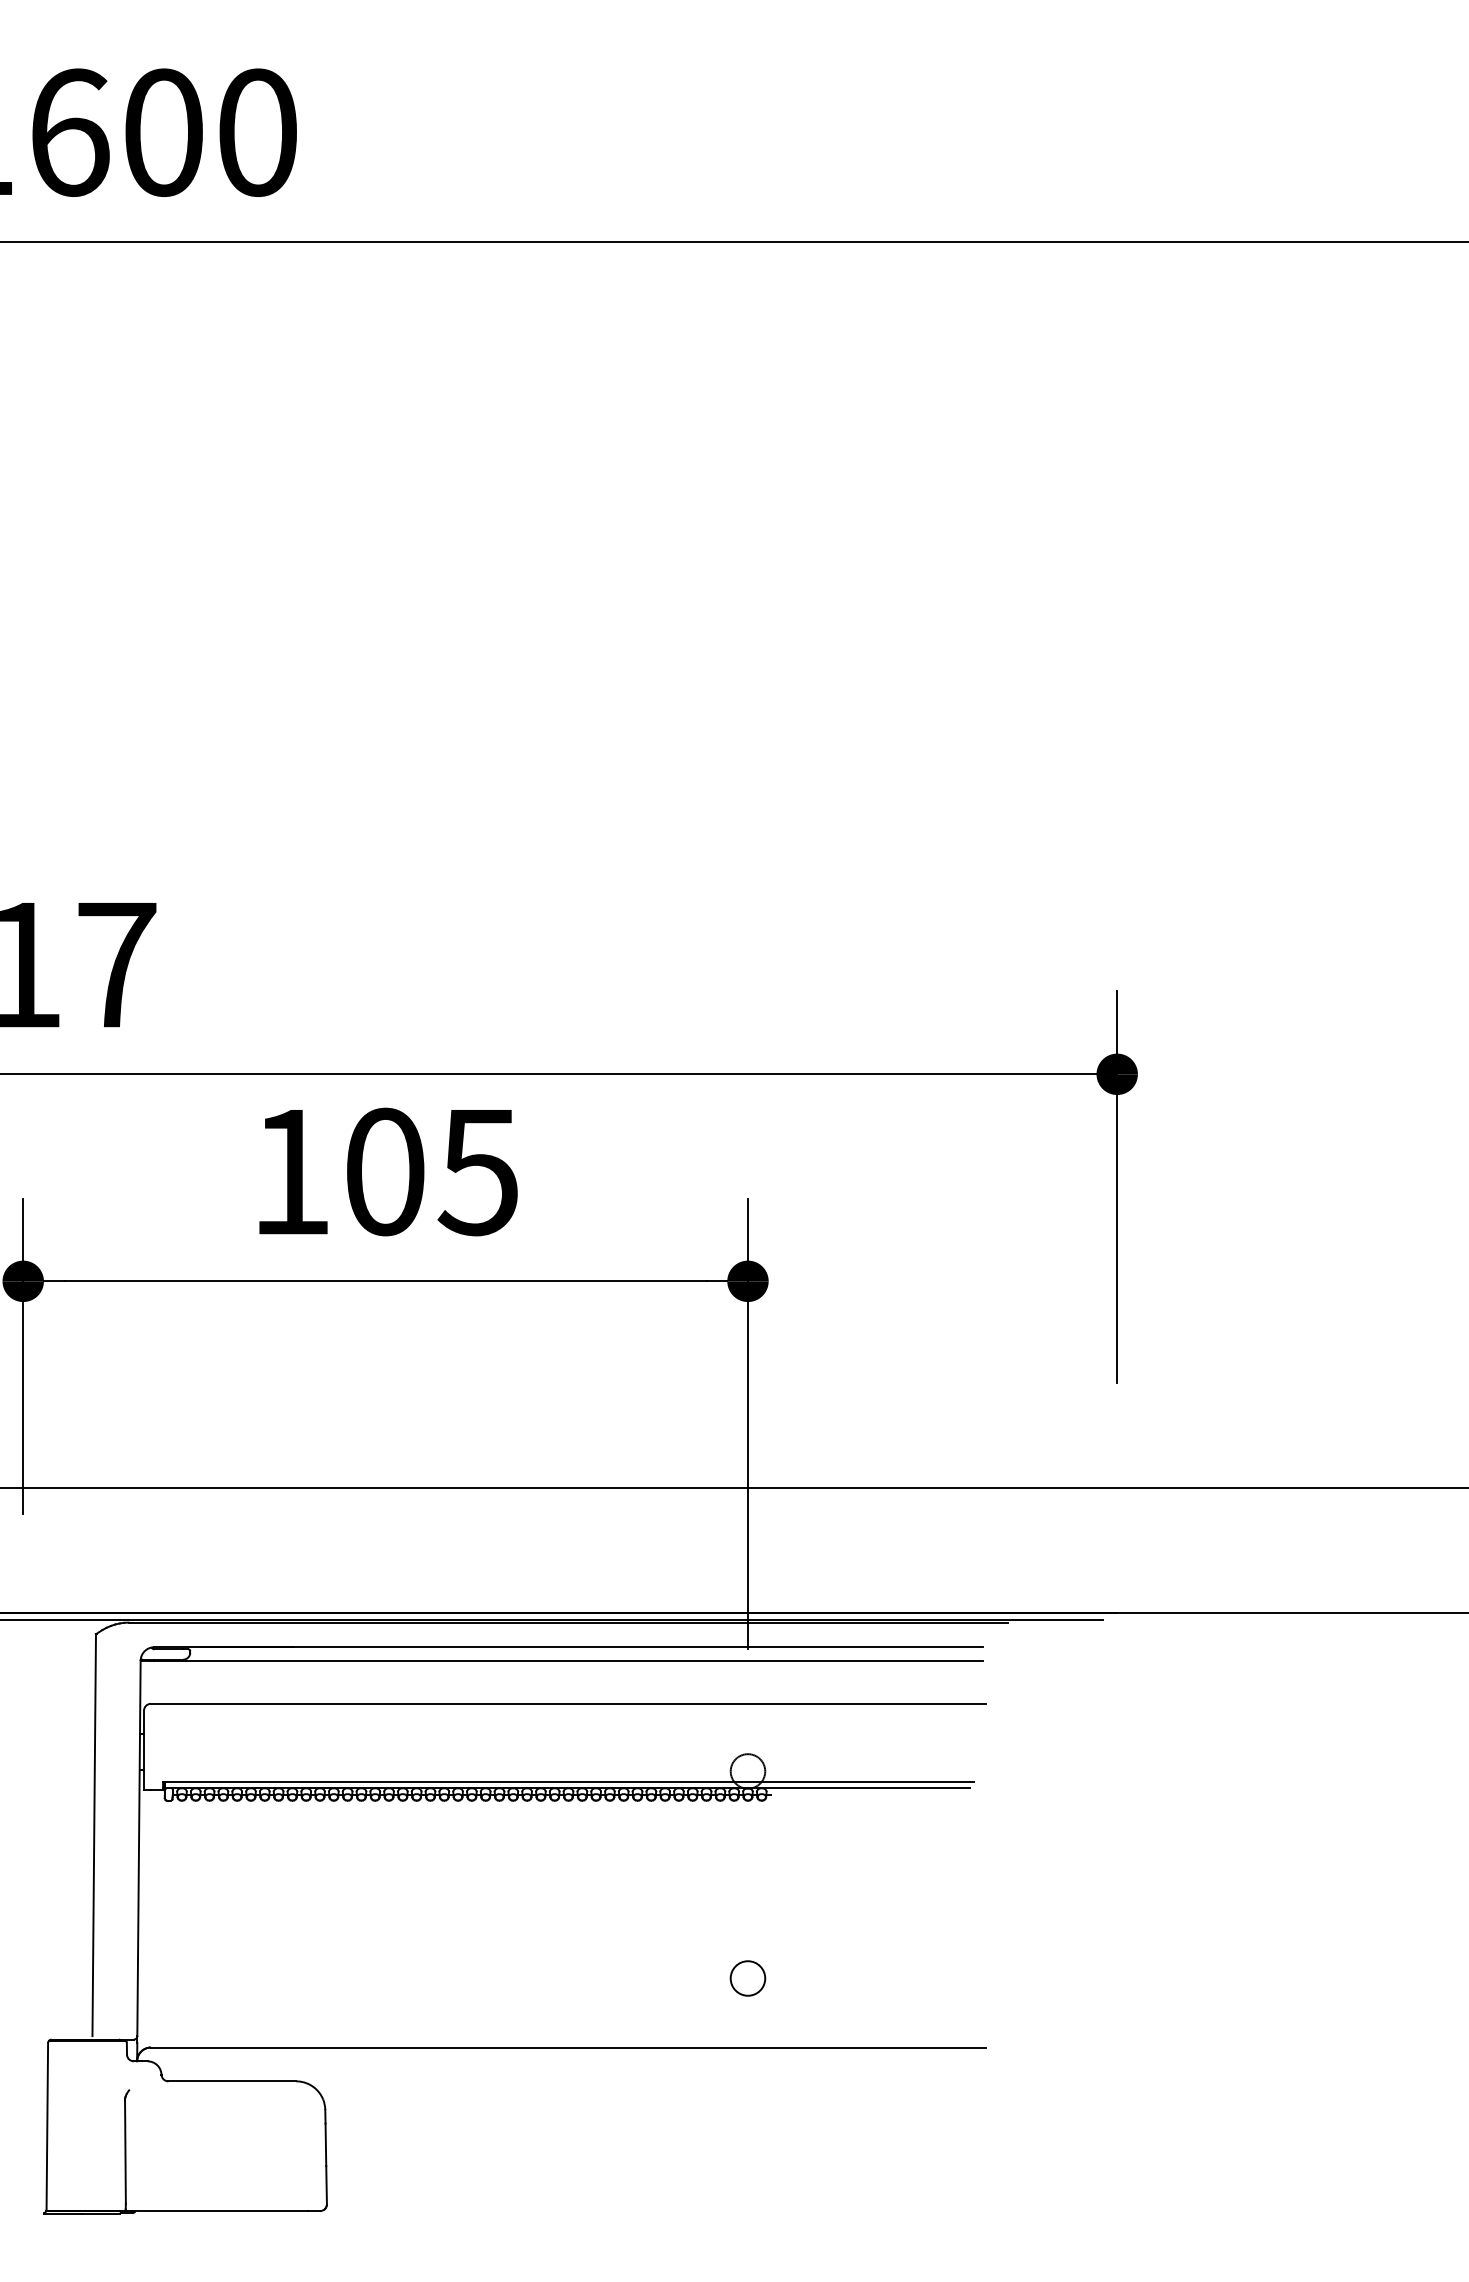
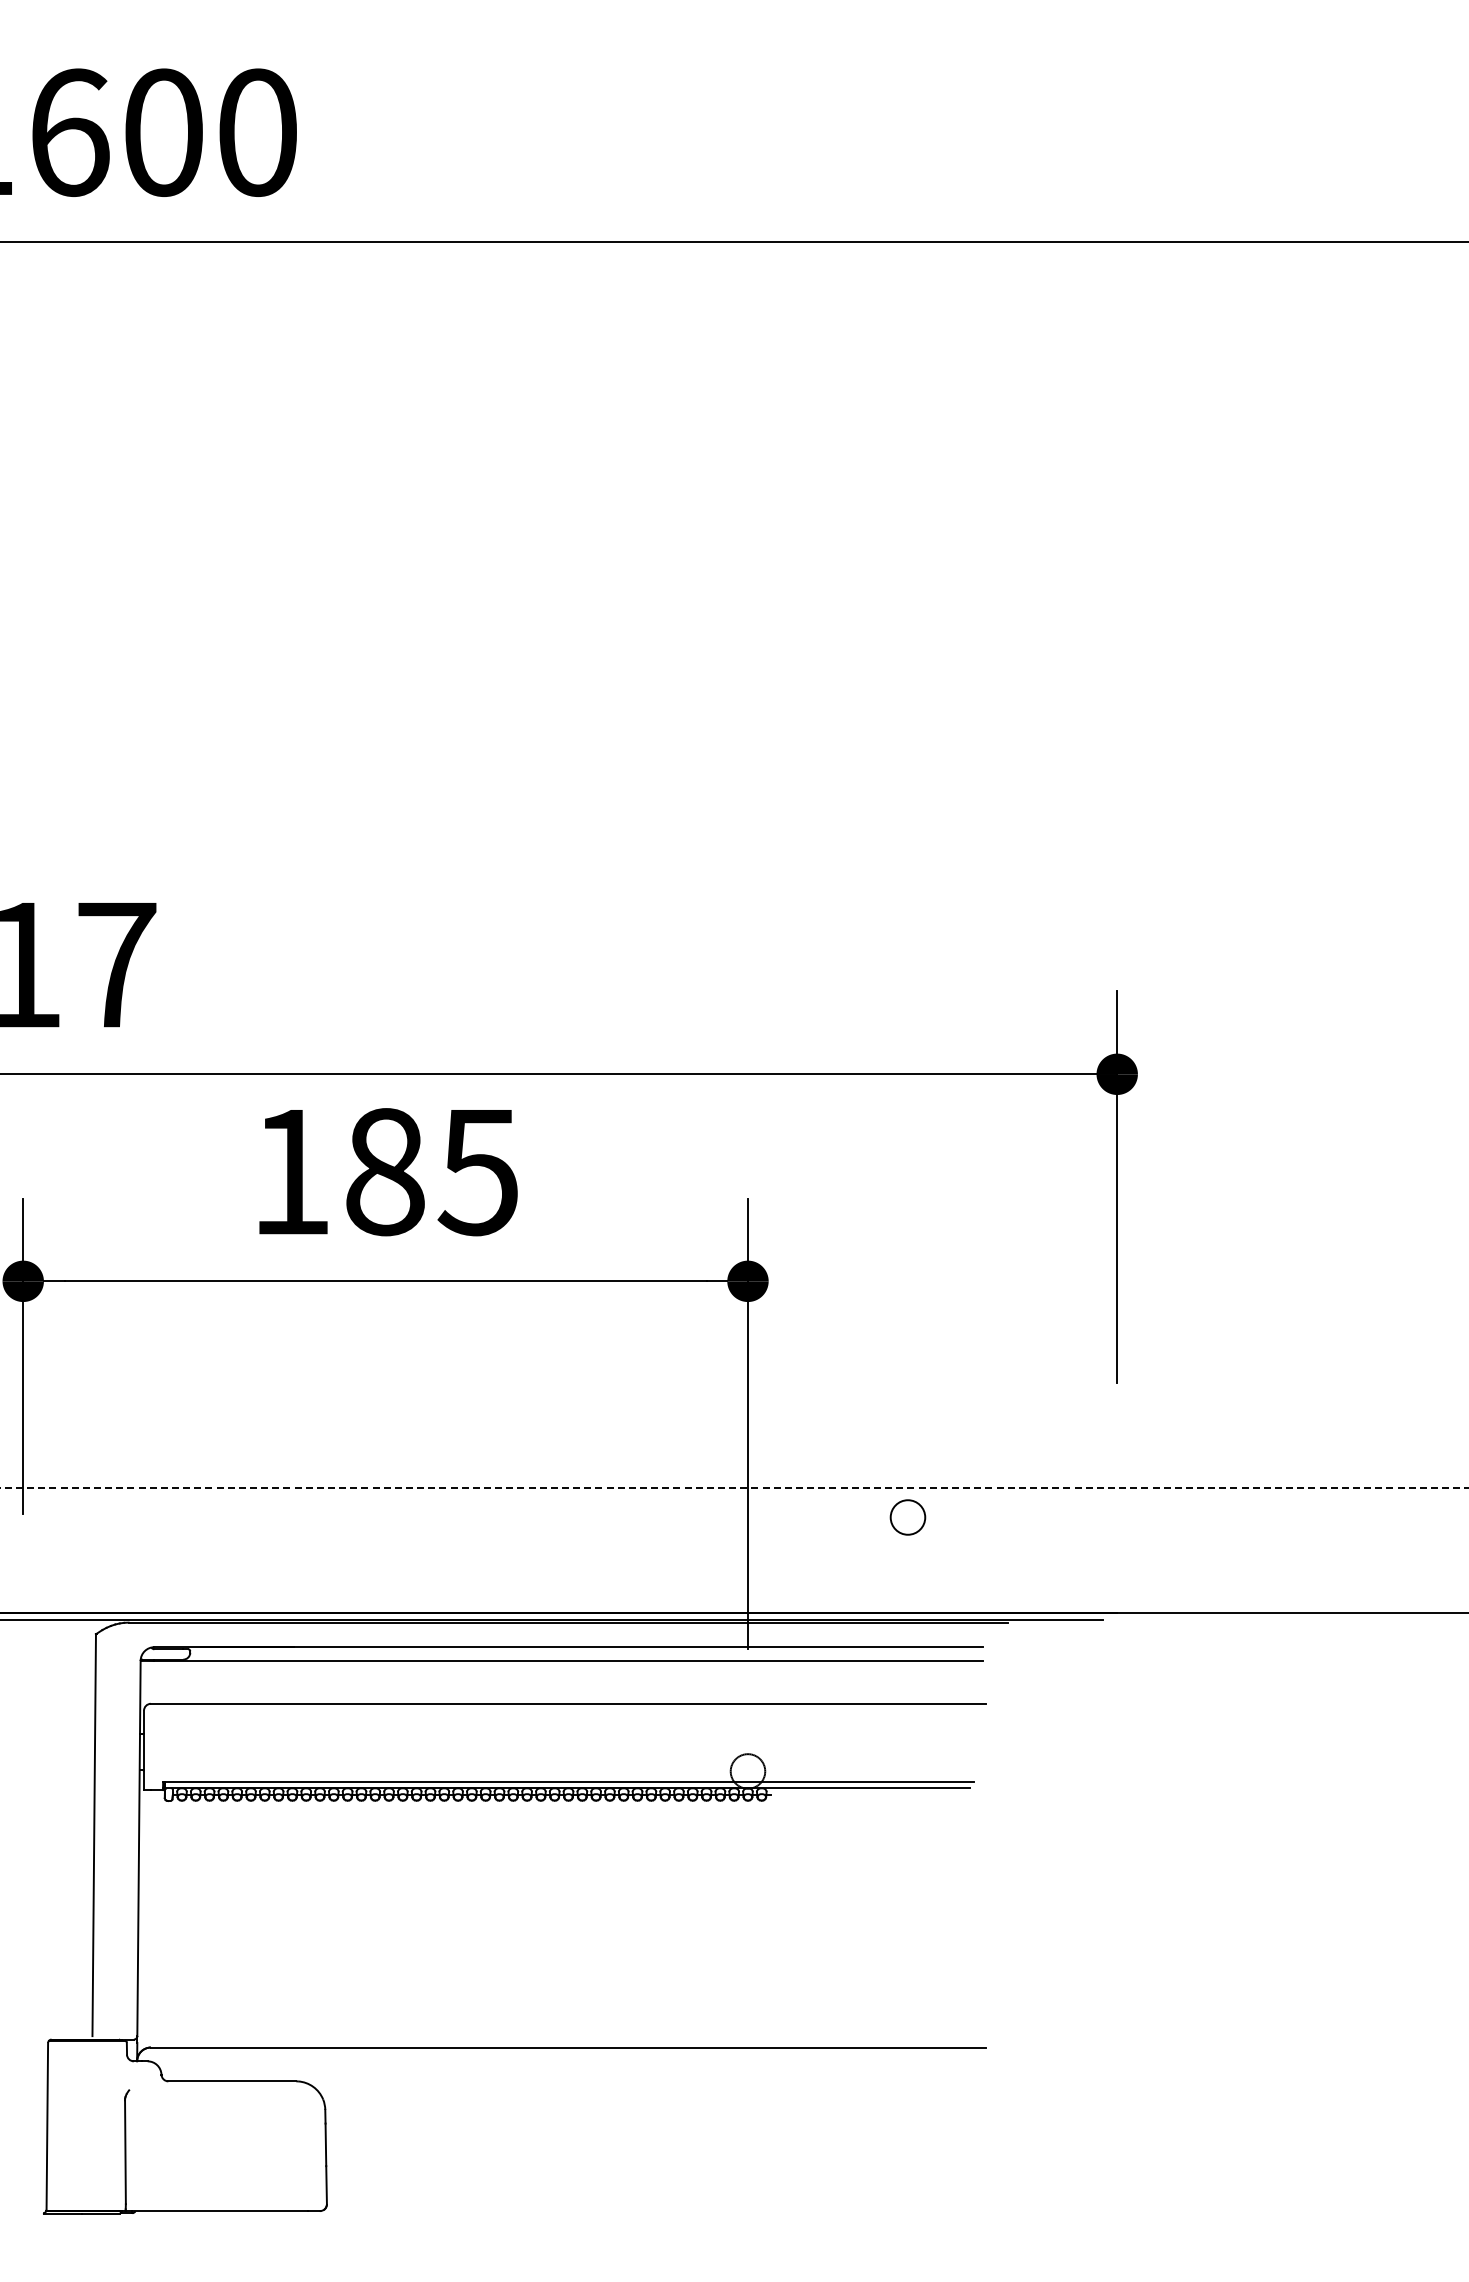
text at (385, 1171): 105 -> 185
line at (734, 1488): solid -> dashed
circle at (747, 1978) position: (747, 1978) -> (907, 1517)
